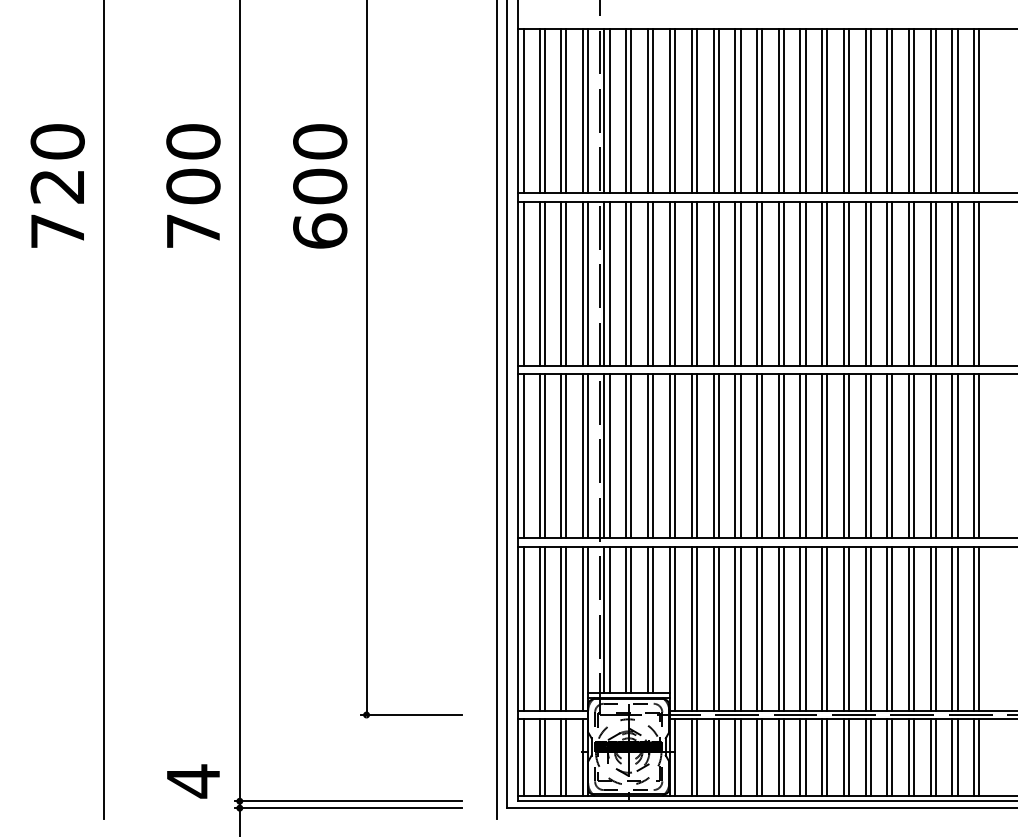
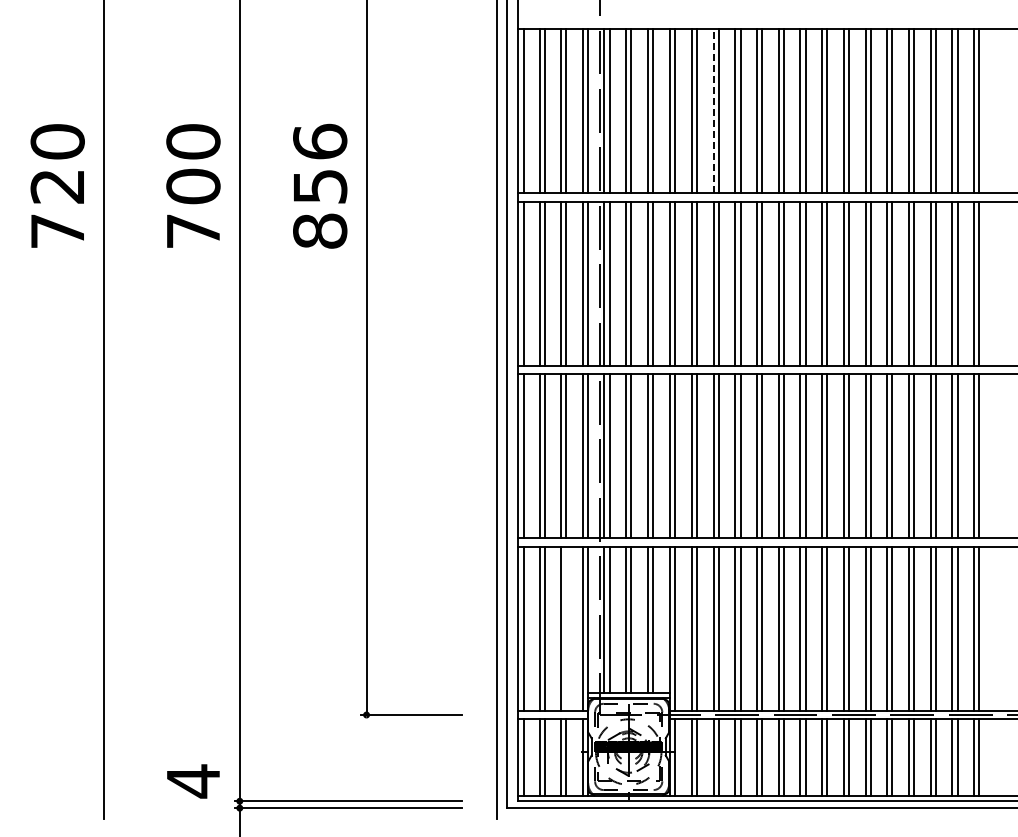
line at (713, 111): solid -> dashed
text at (320, 185): 600 -> 856
line at (566, 628): present -> none
